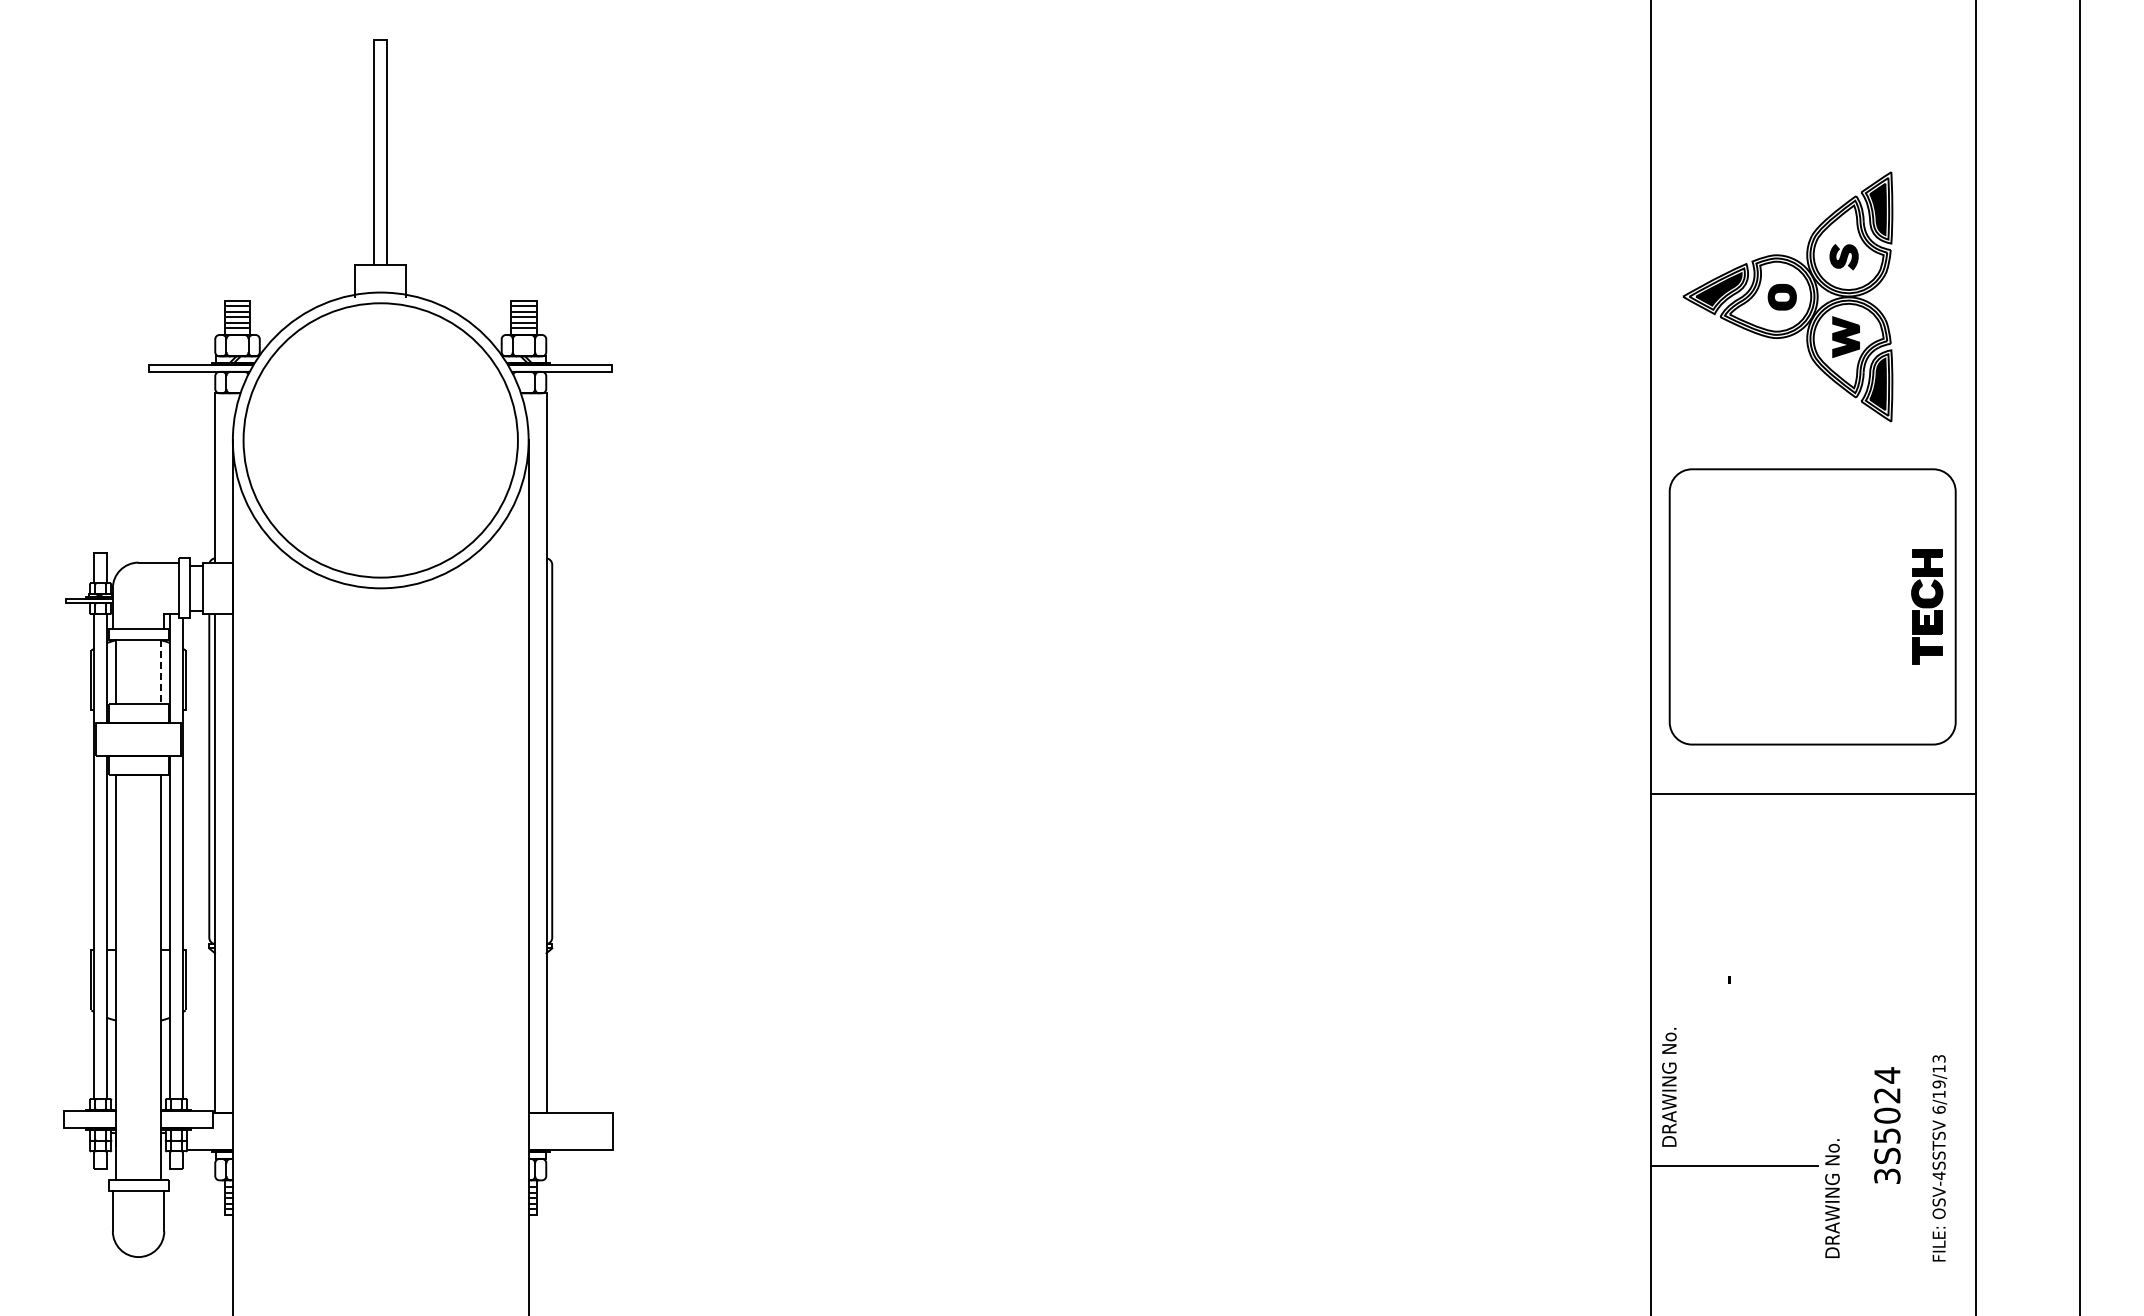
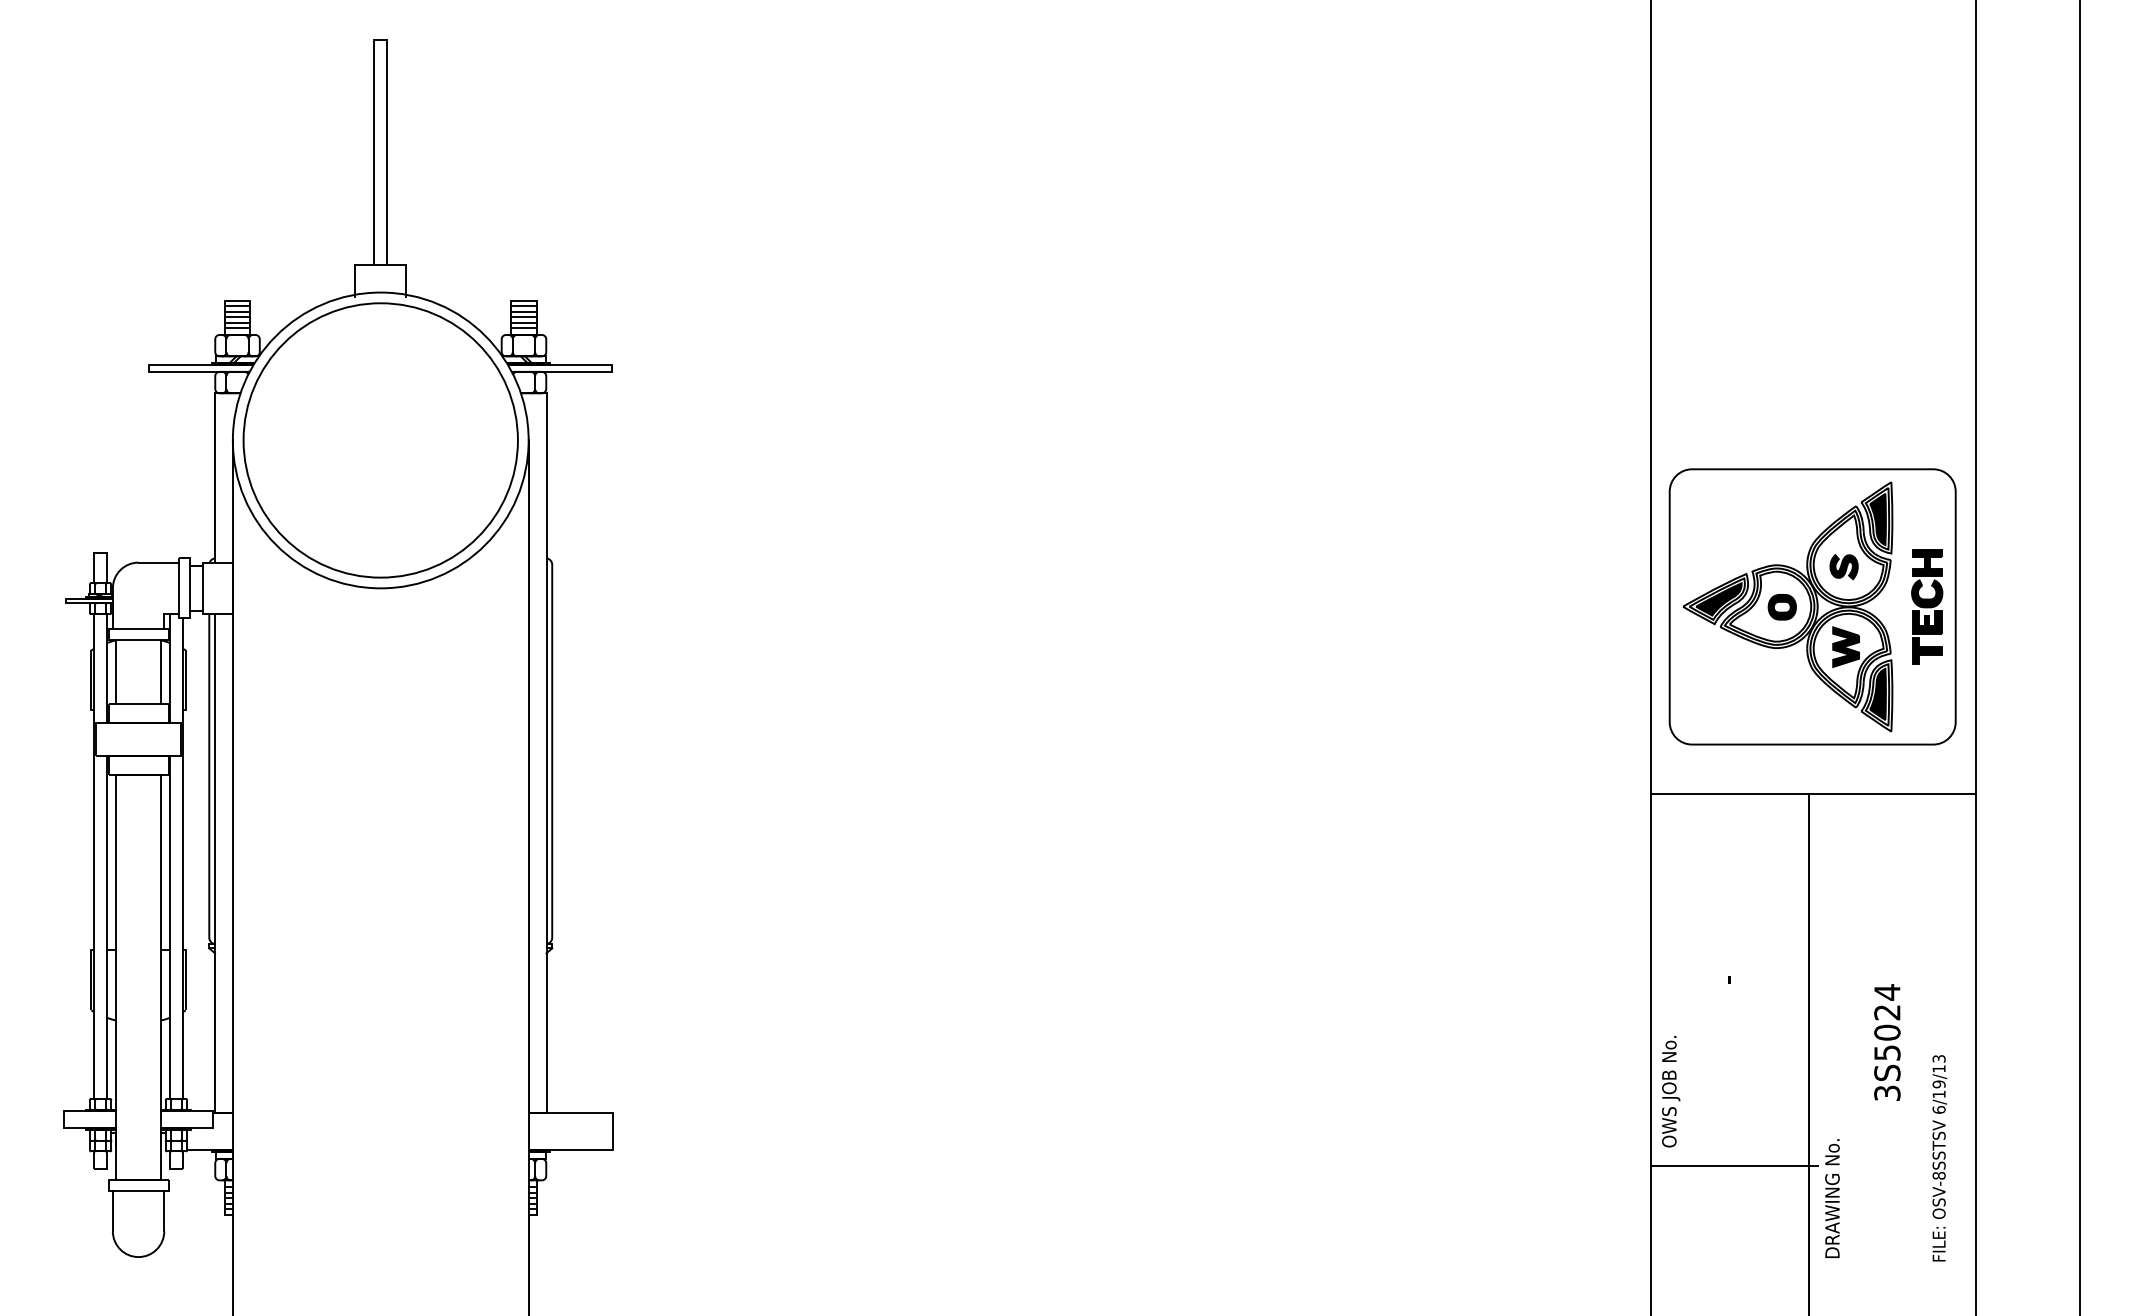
part at (1787, 296) position: (1787, 296) -> (1787, 606)
line at (161, 672): dashed -> solid
line at (1809, 1053): none -> present
text at (1671, 1087): DRAWING No. -> OWS JOB No.
text at (1887, 1125) position: (1887, 1125) -> (1887, 1042)
text at (1938, 1175): OSV-4SSTSV -> OSV-8SSTSV
